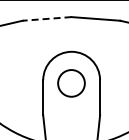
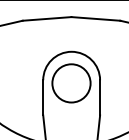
line at (46, 18): dashed -> solid
circle at (71, 83) diameter: 27 px -> 38 px
